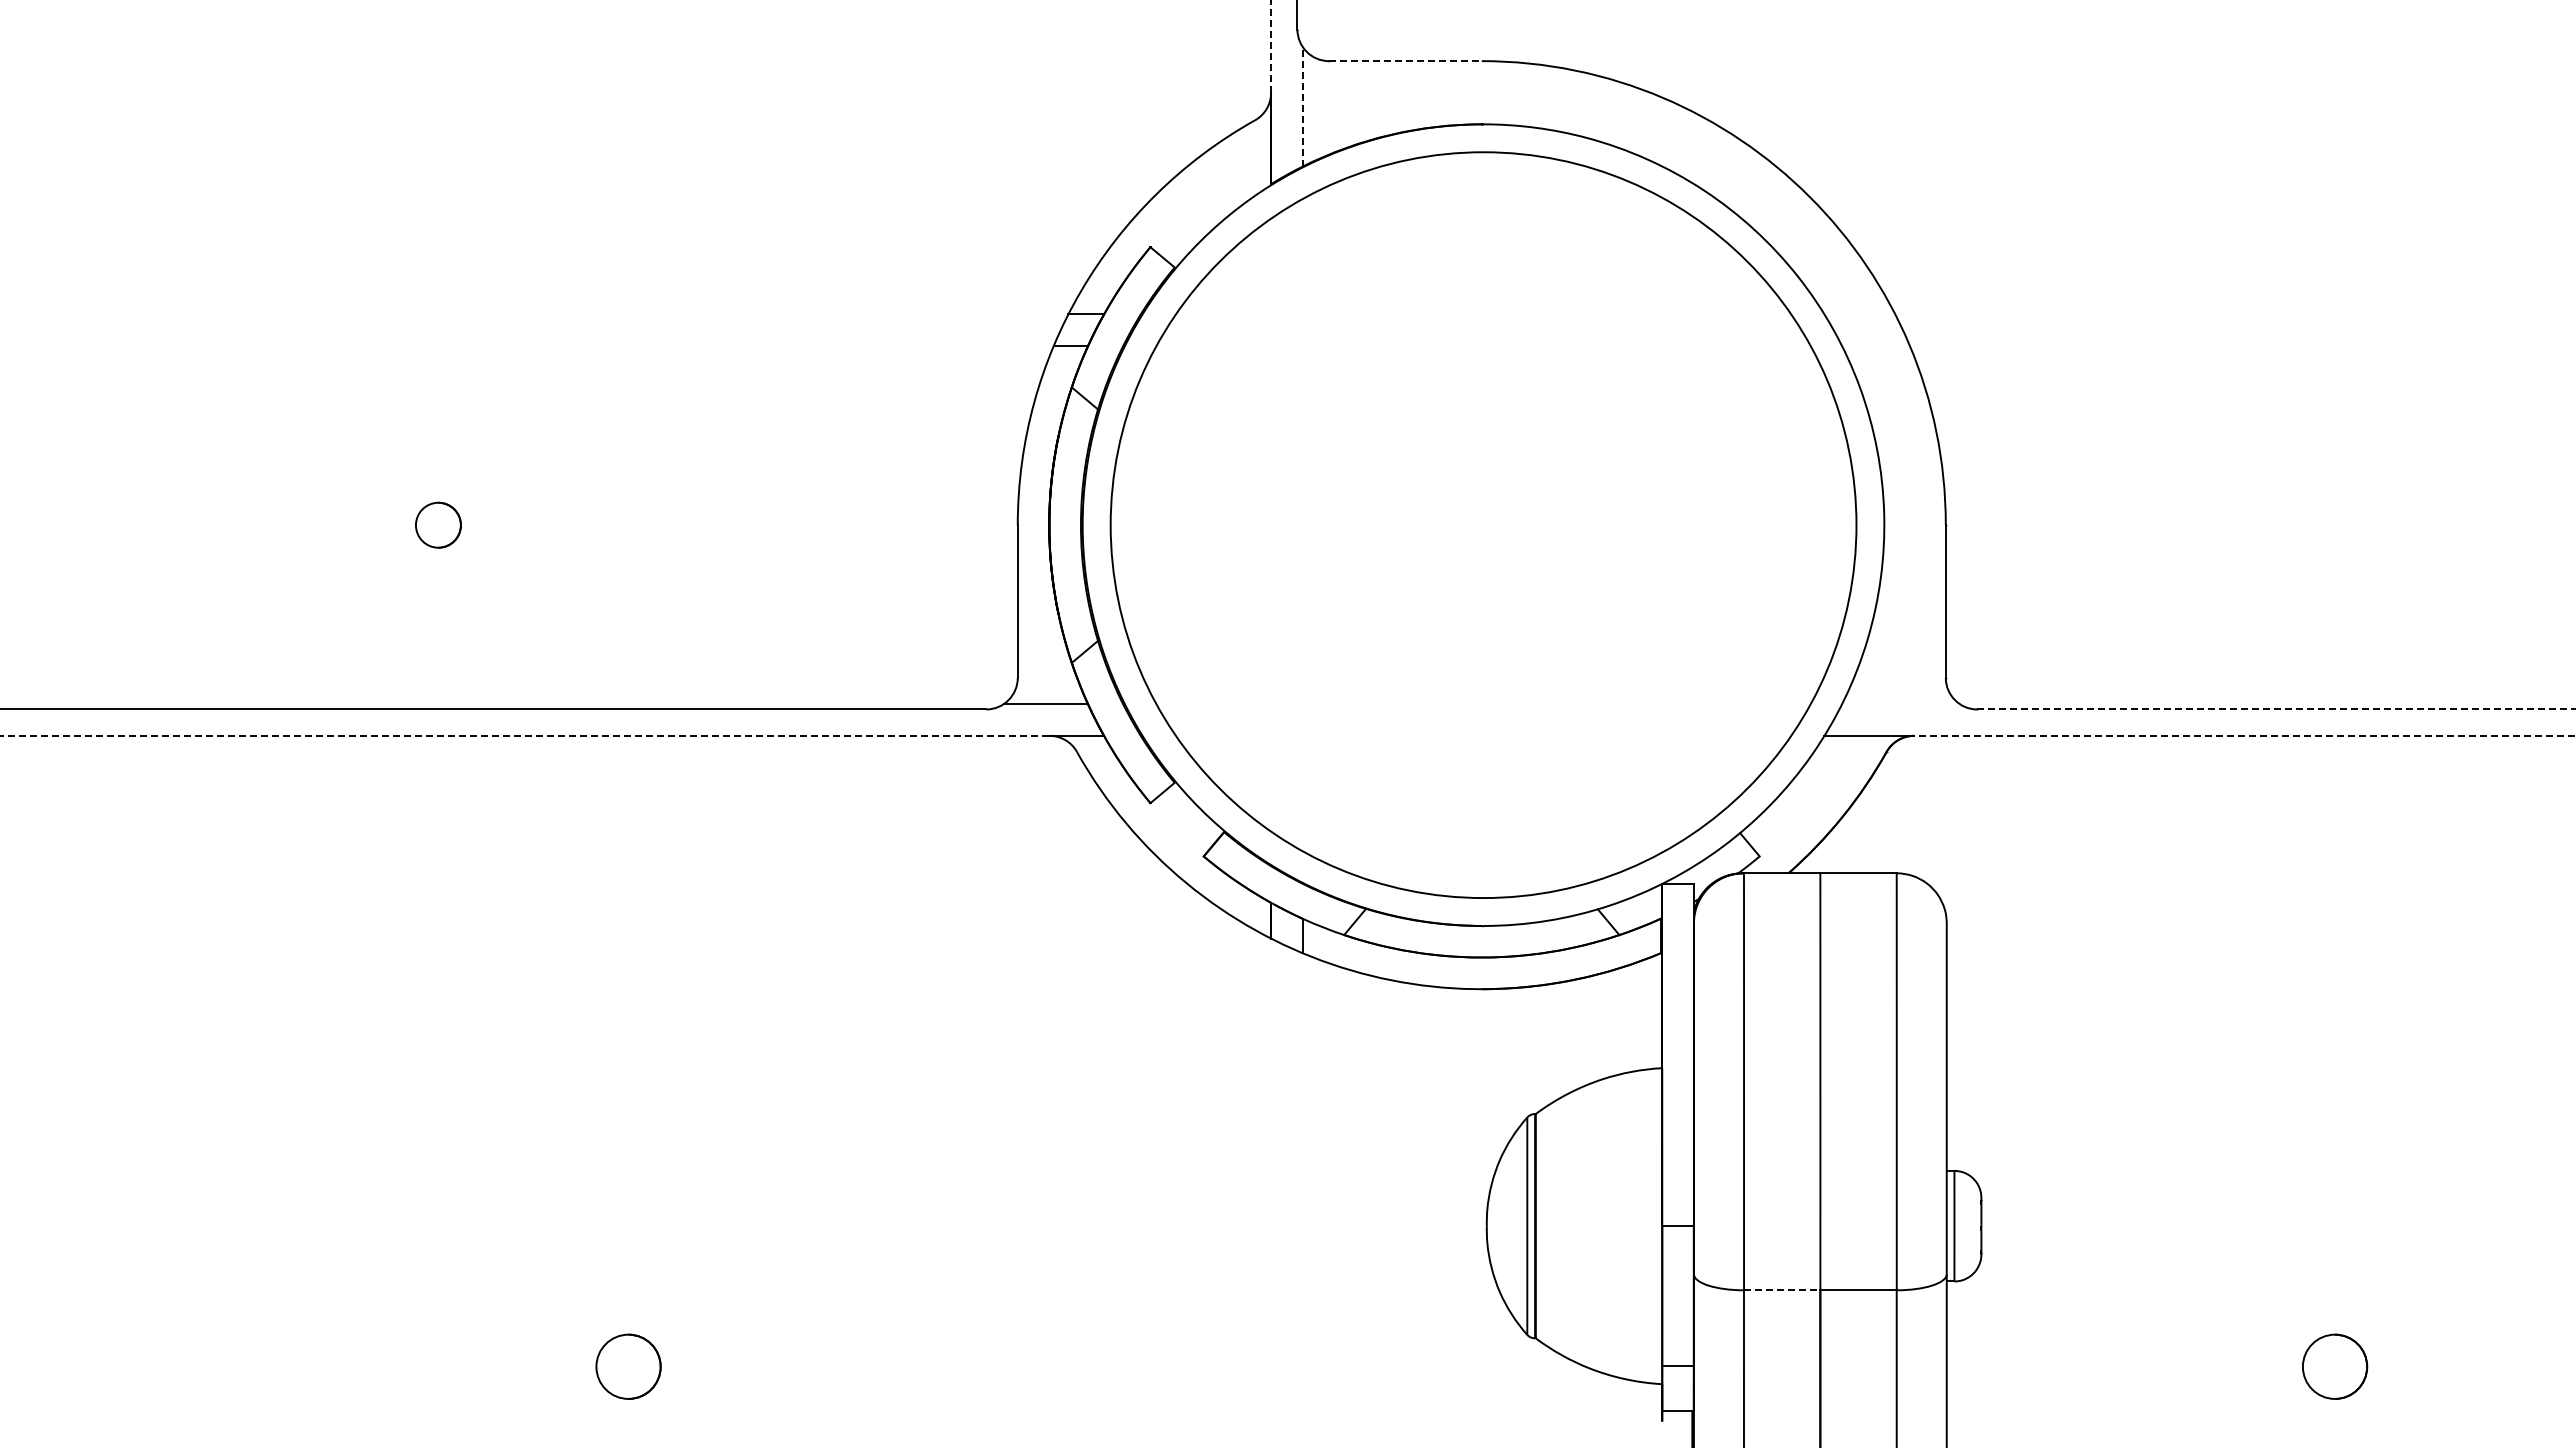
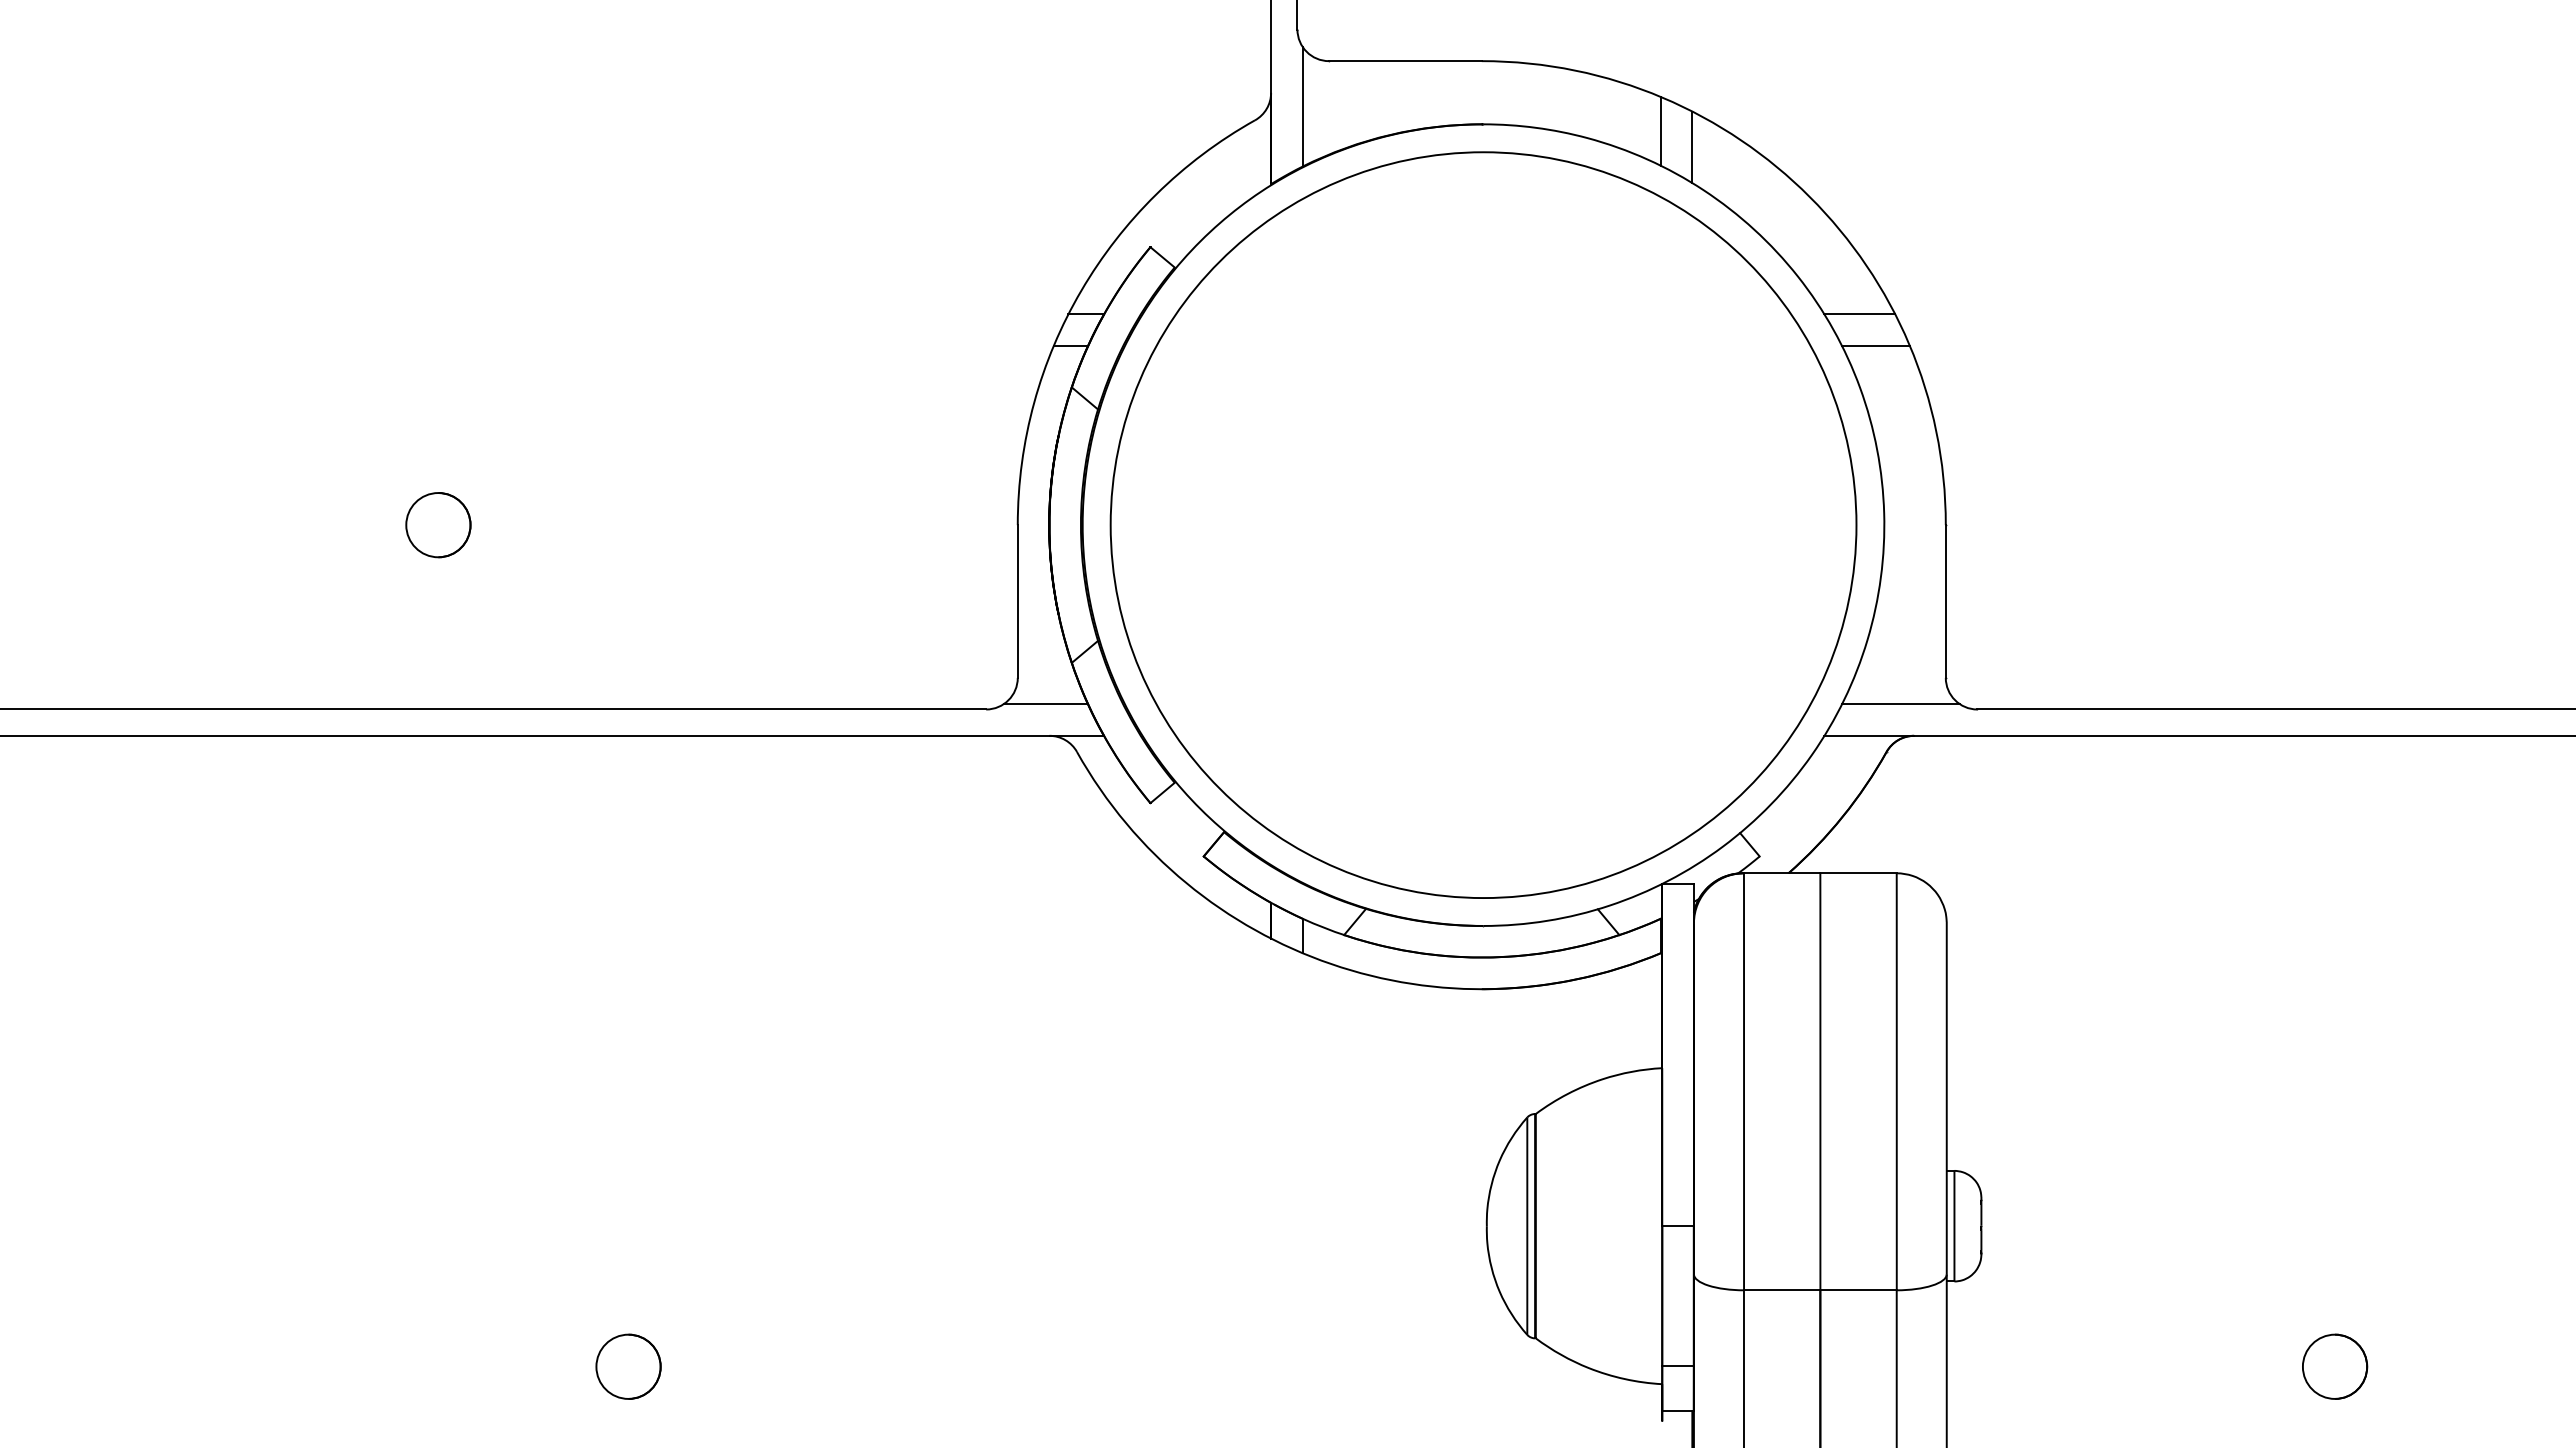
line at (1271, 45): dashed -> solid
line at (1405, 61): dashed -> solid
line at (1302, 106): dashed -> solid
line at (1660, 131): none -> present
line at (1692, 147): none -> present
line at (1859, 314): none -> present
line at (1875, 346): none -> present
circle at (438, 524) size: 47x48 px -> 67x67 px
line at (1900, 704): none -> present
line at (2277, 709): dashed -> solid
line at (524, 735): dashed -> solid
line at (2244, 735): dashed -> solid
line at (1782, 1290): dashed -> solid
